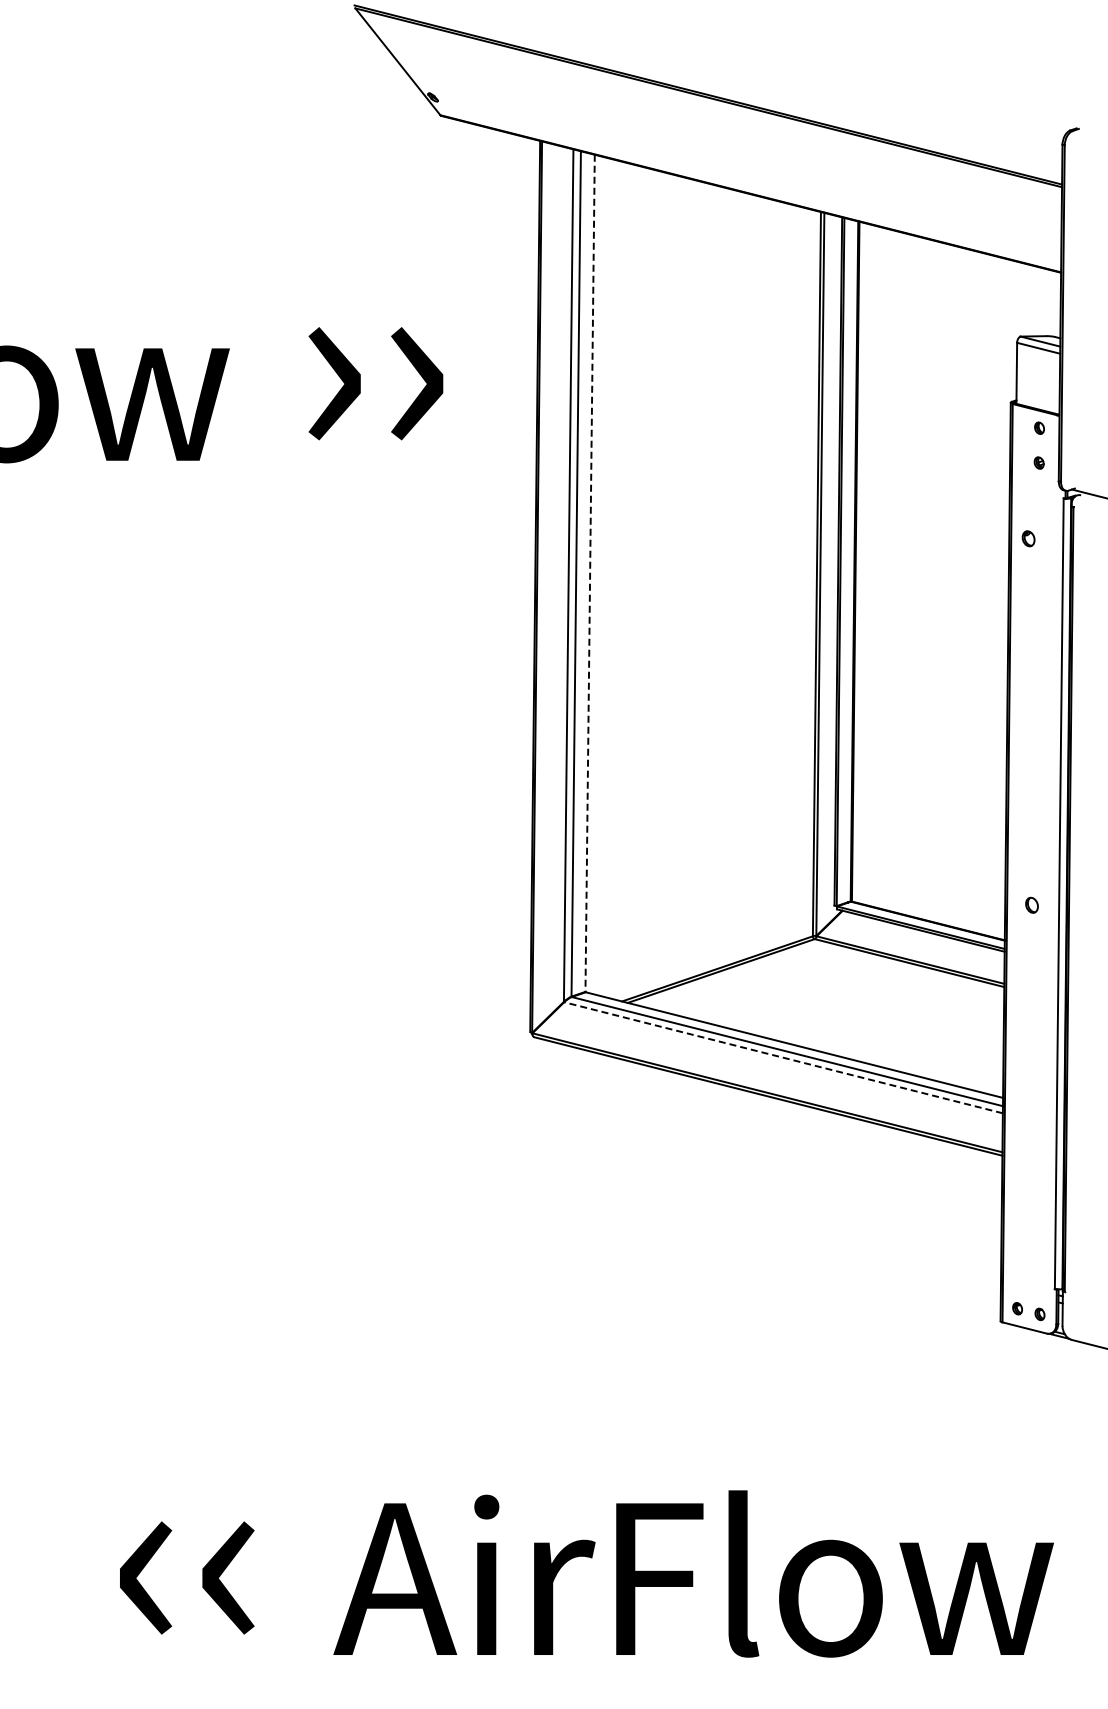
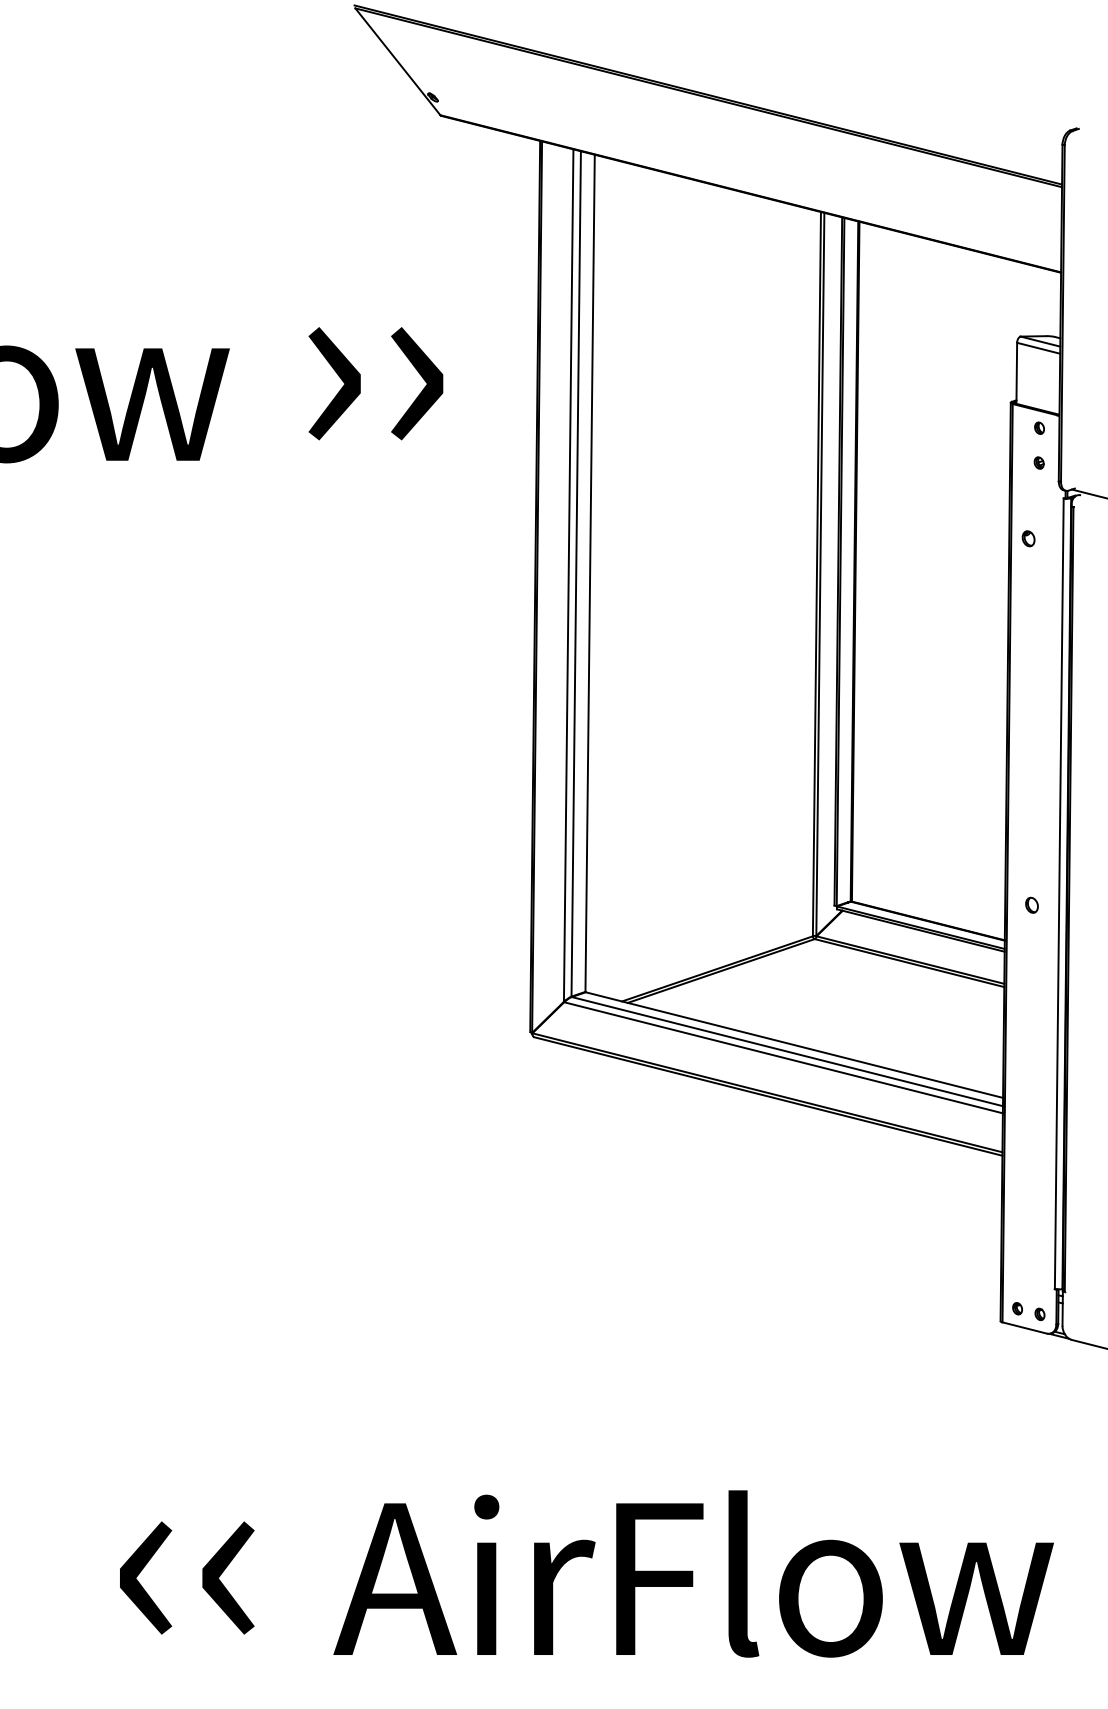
line at (590, 573): dashed -> solid
line at (783, 1057): dashed -> solid
